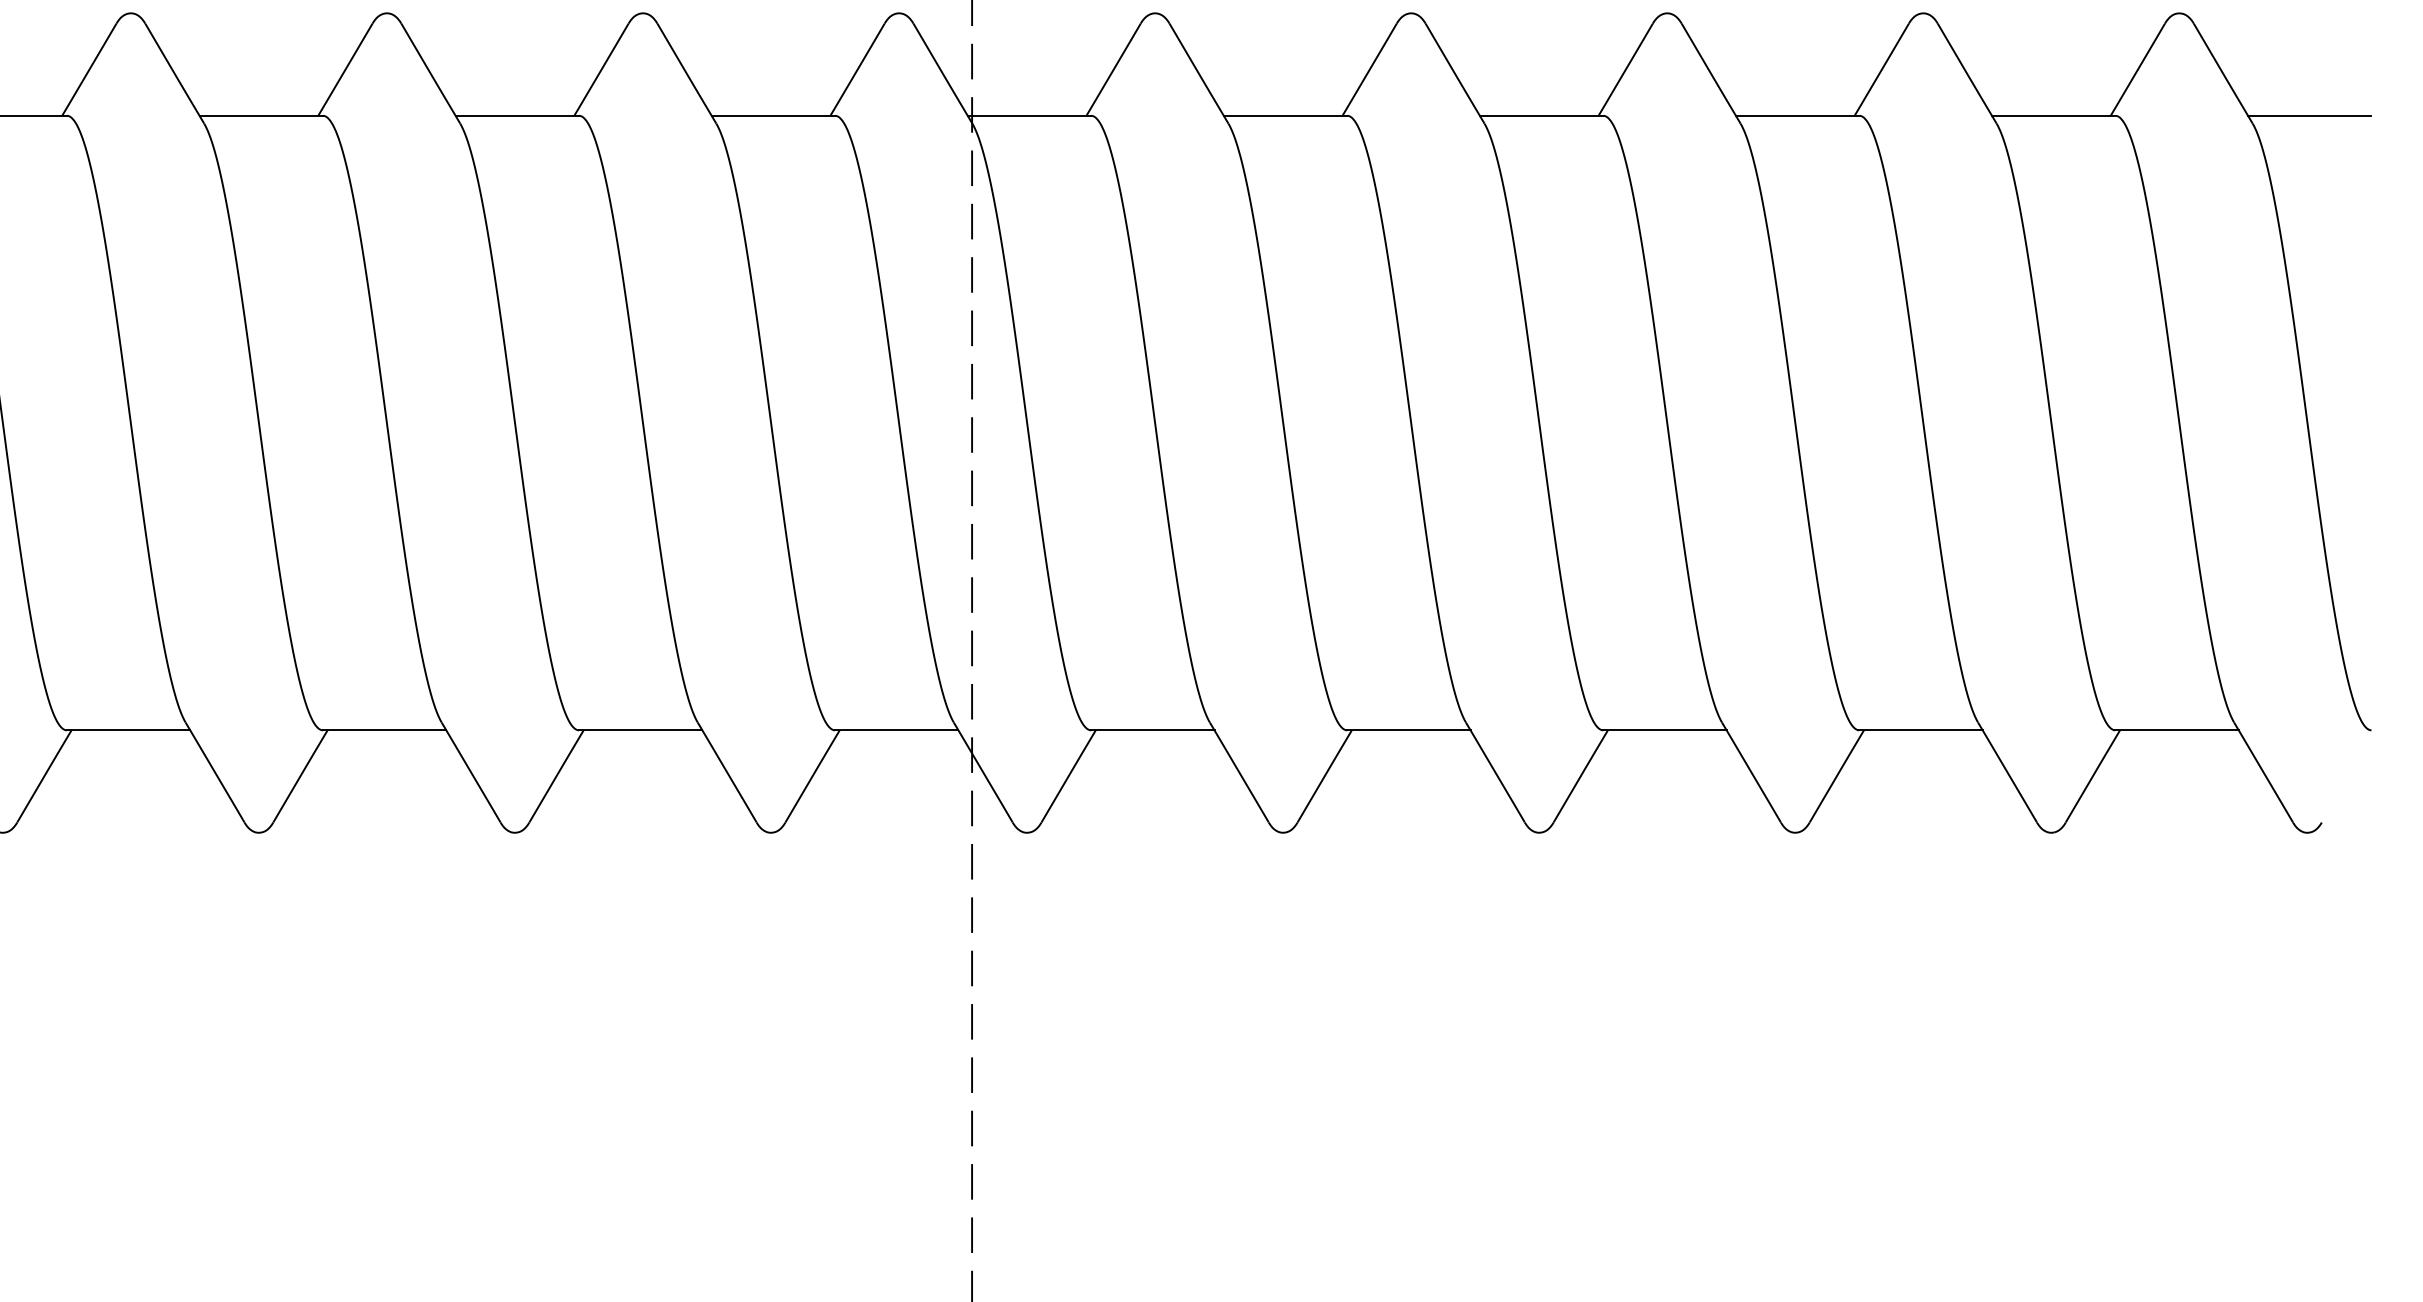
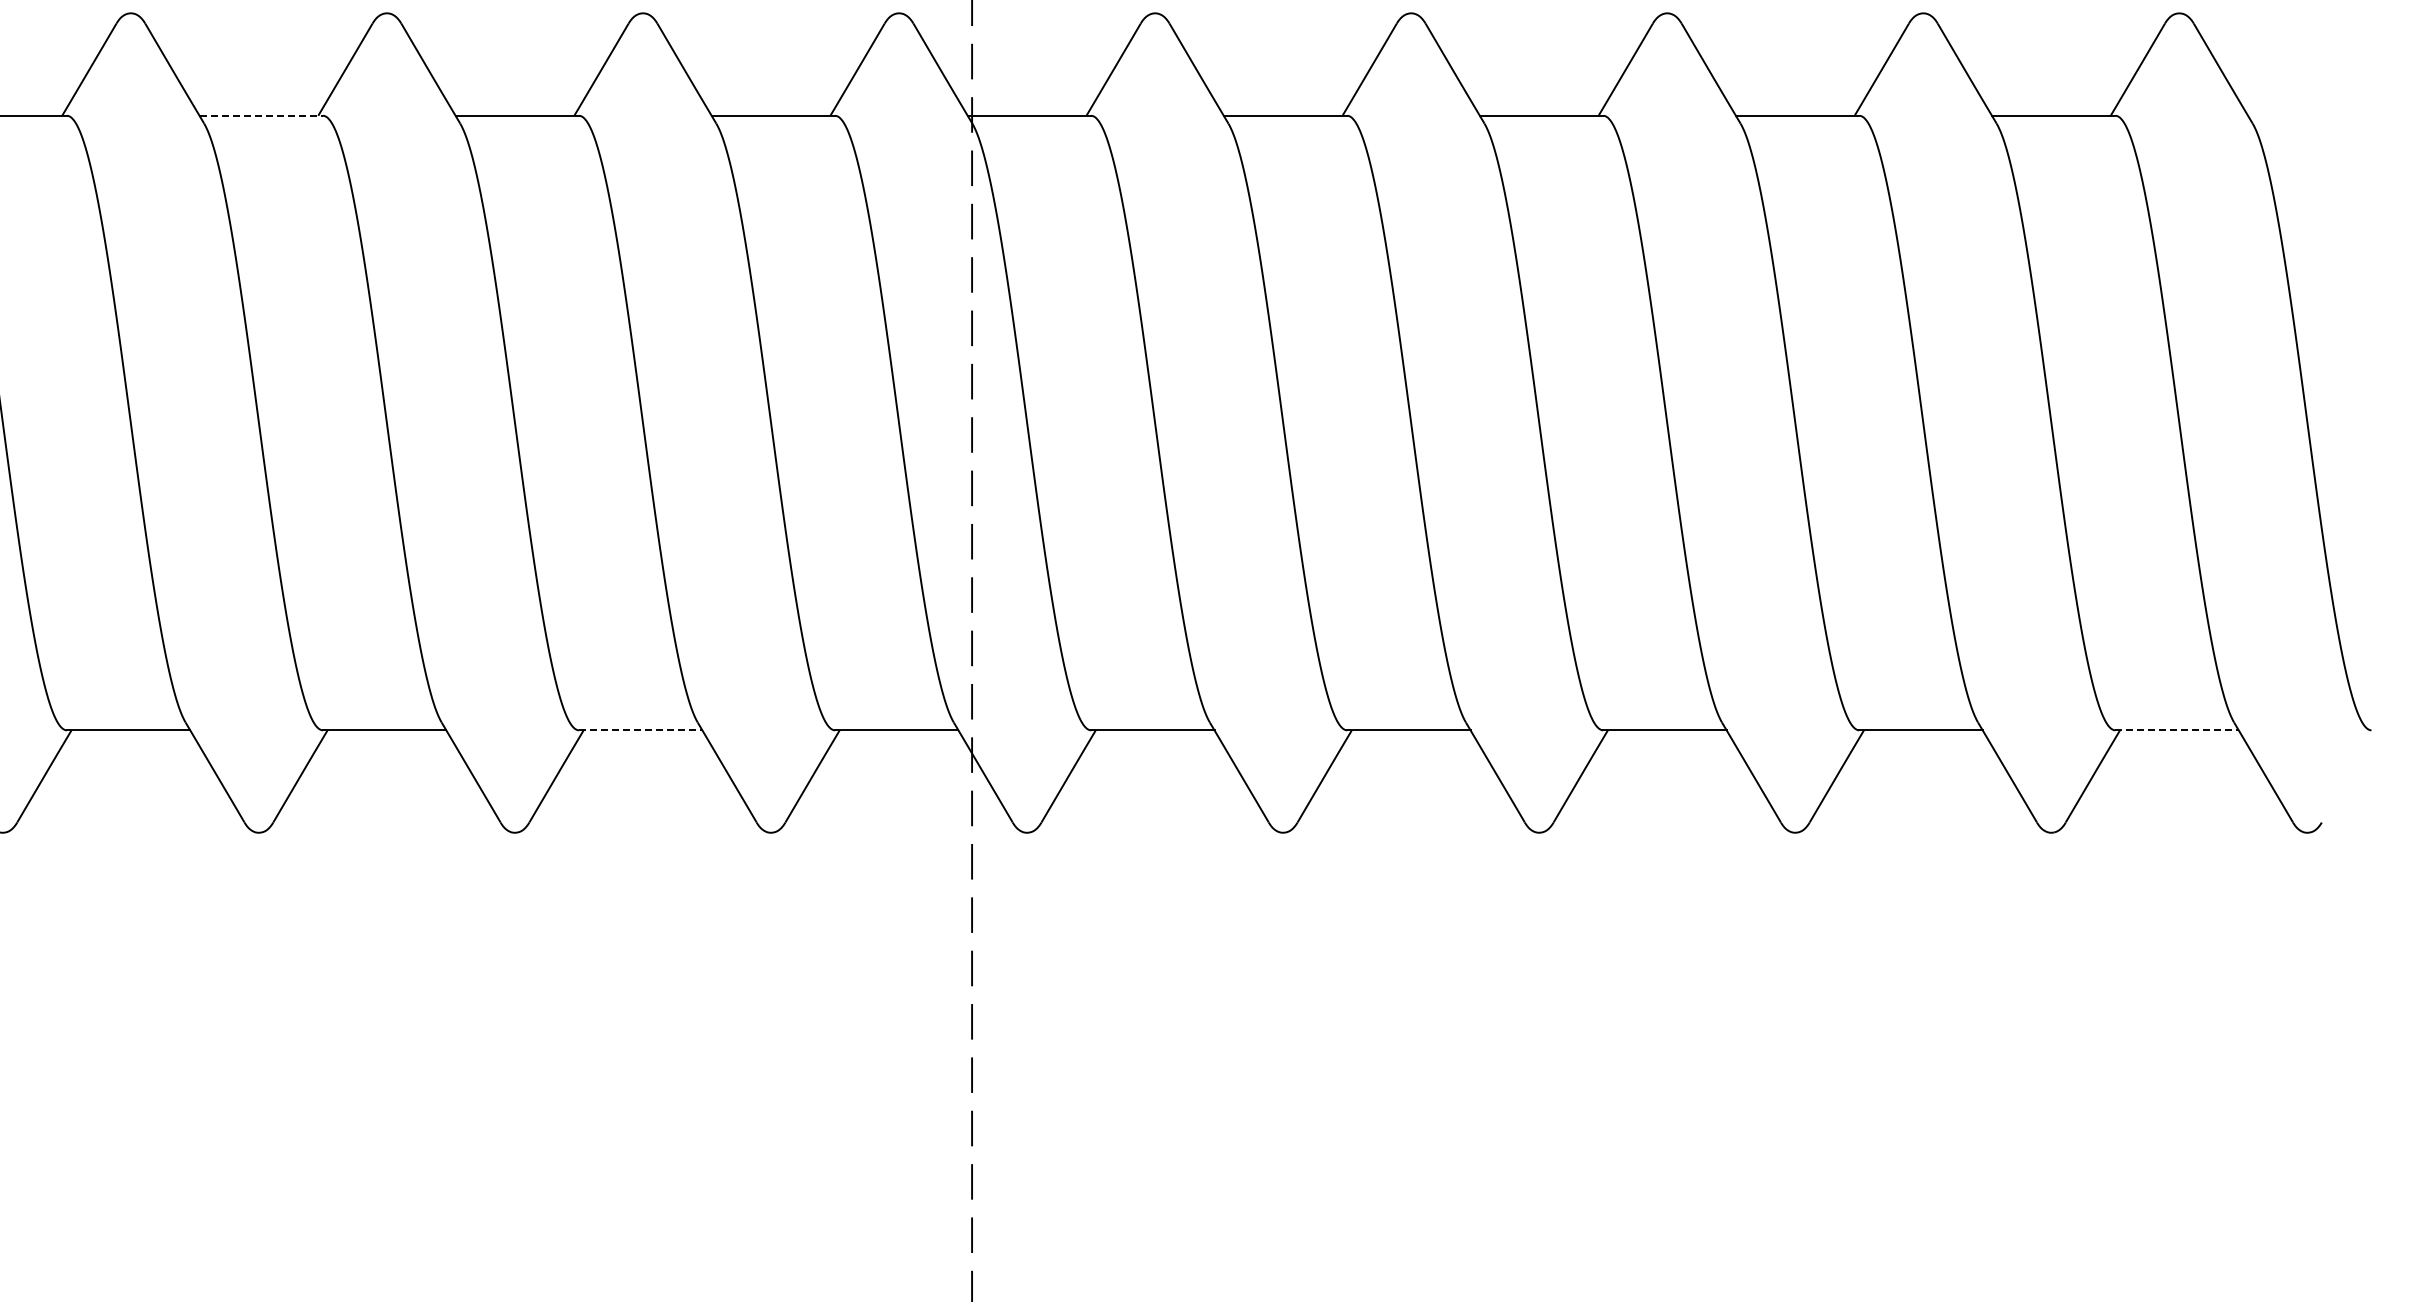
line at (261, 115): solid -> dashed
line at (2309, 115): present -> none
line at (640, 730): solid -> dashed
line at (2177, 730): solid -> dashed
